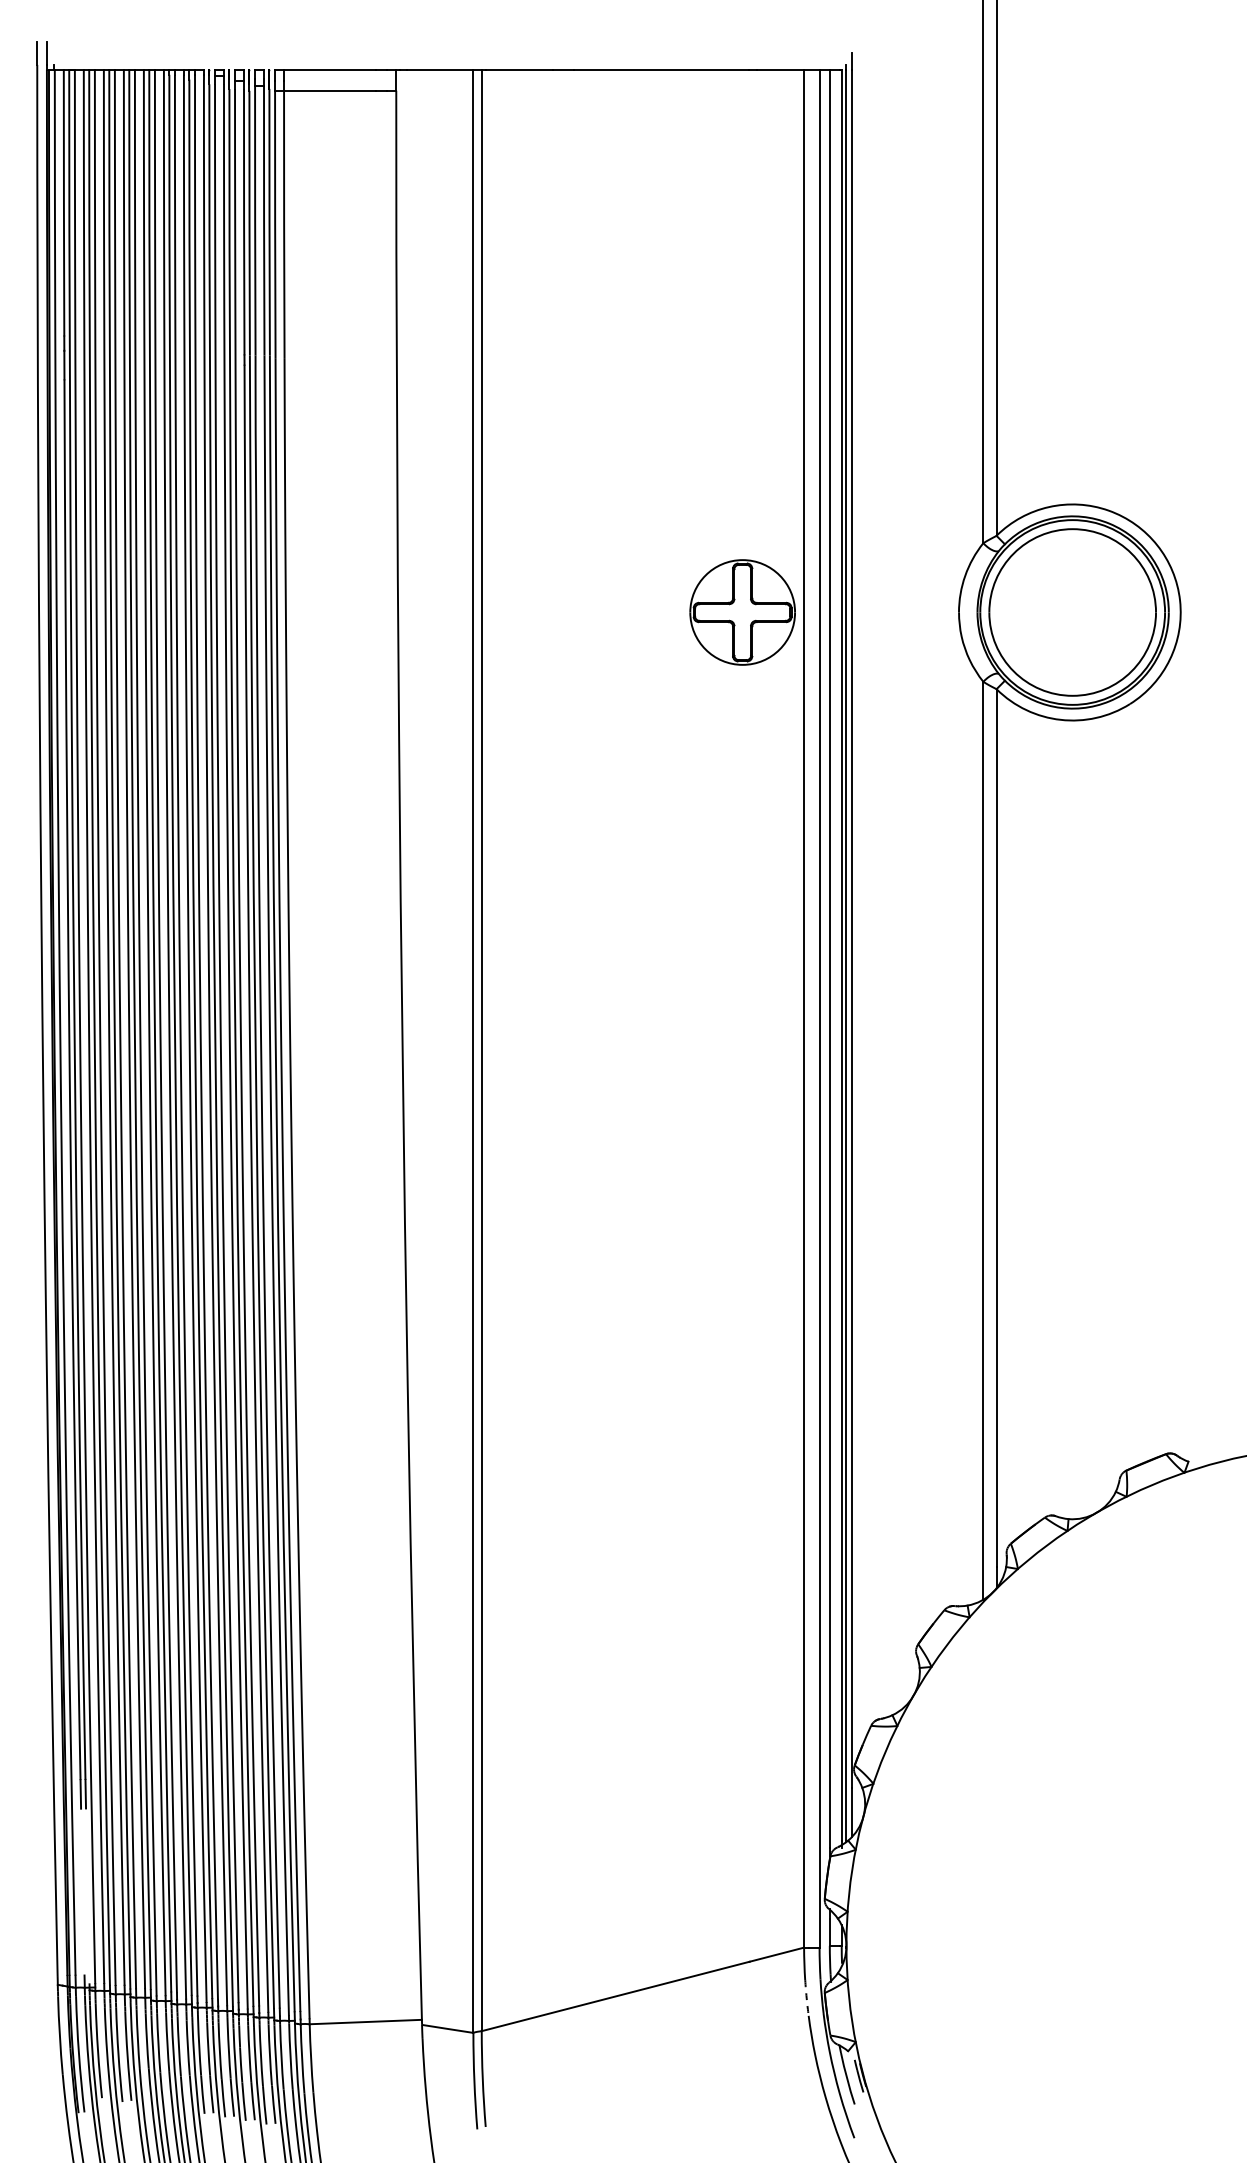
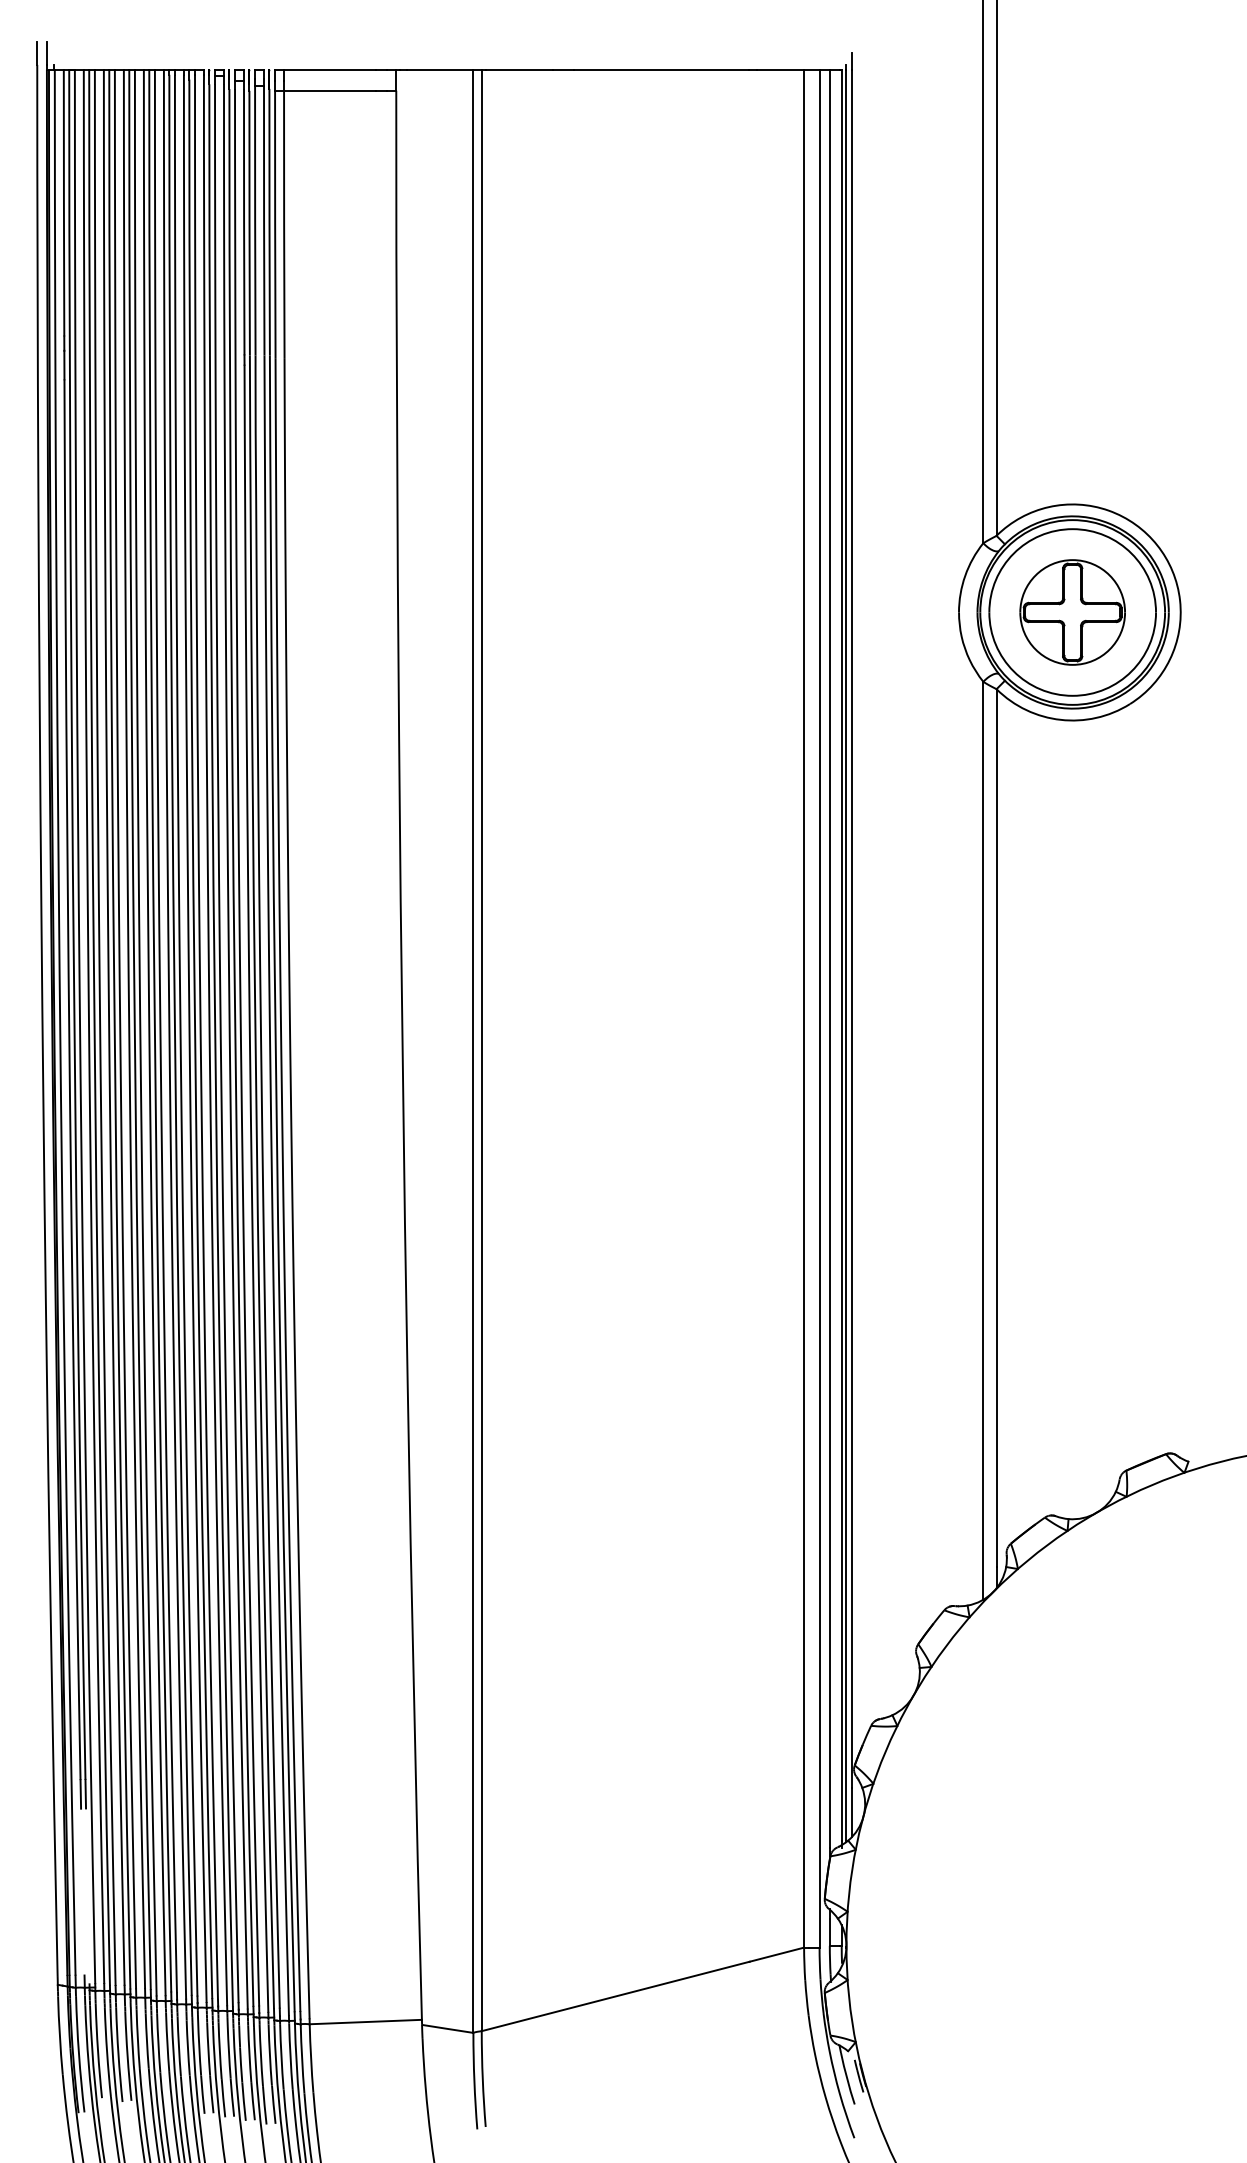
part at (742, 612) position: (742, 612) -> (1072, 612)
arc at (806, 1998): dashed -> solid
